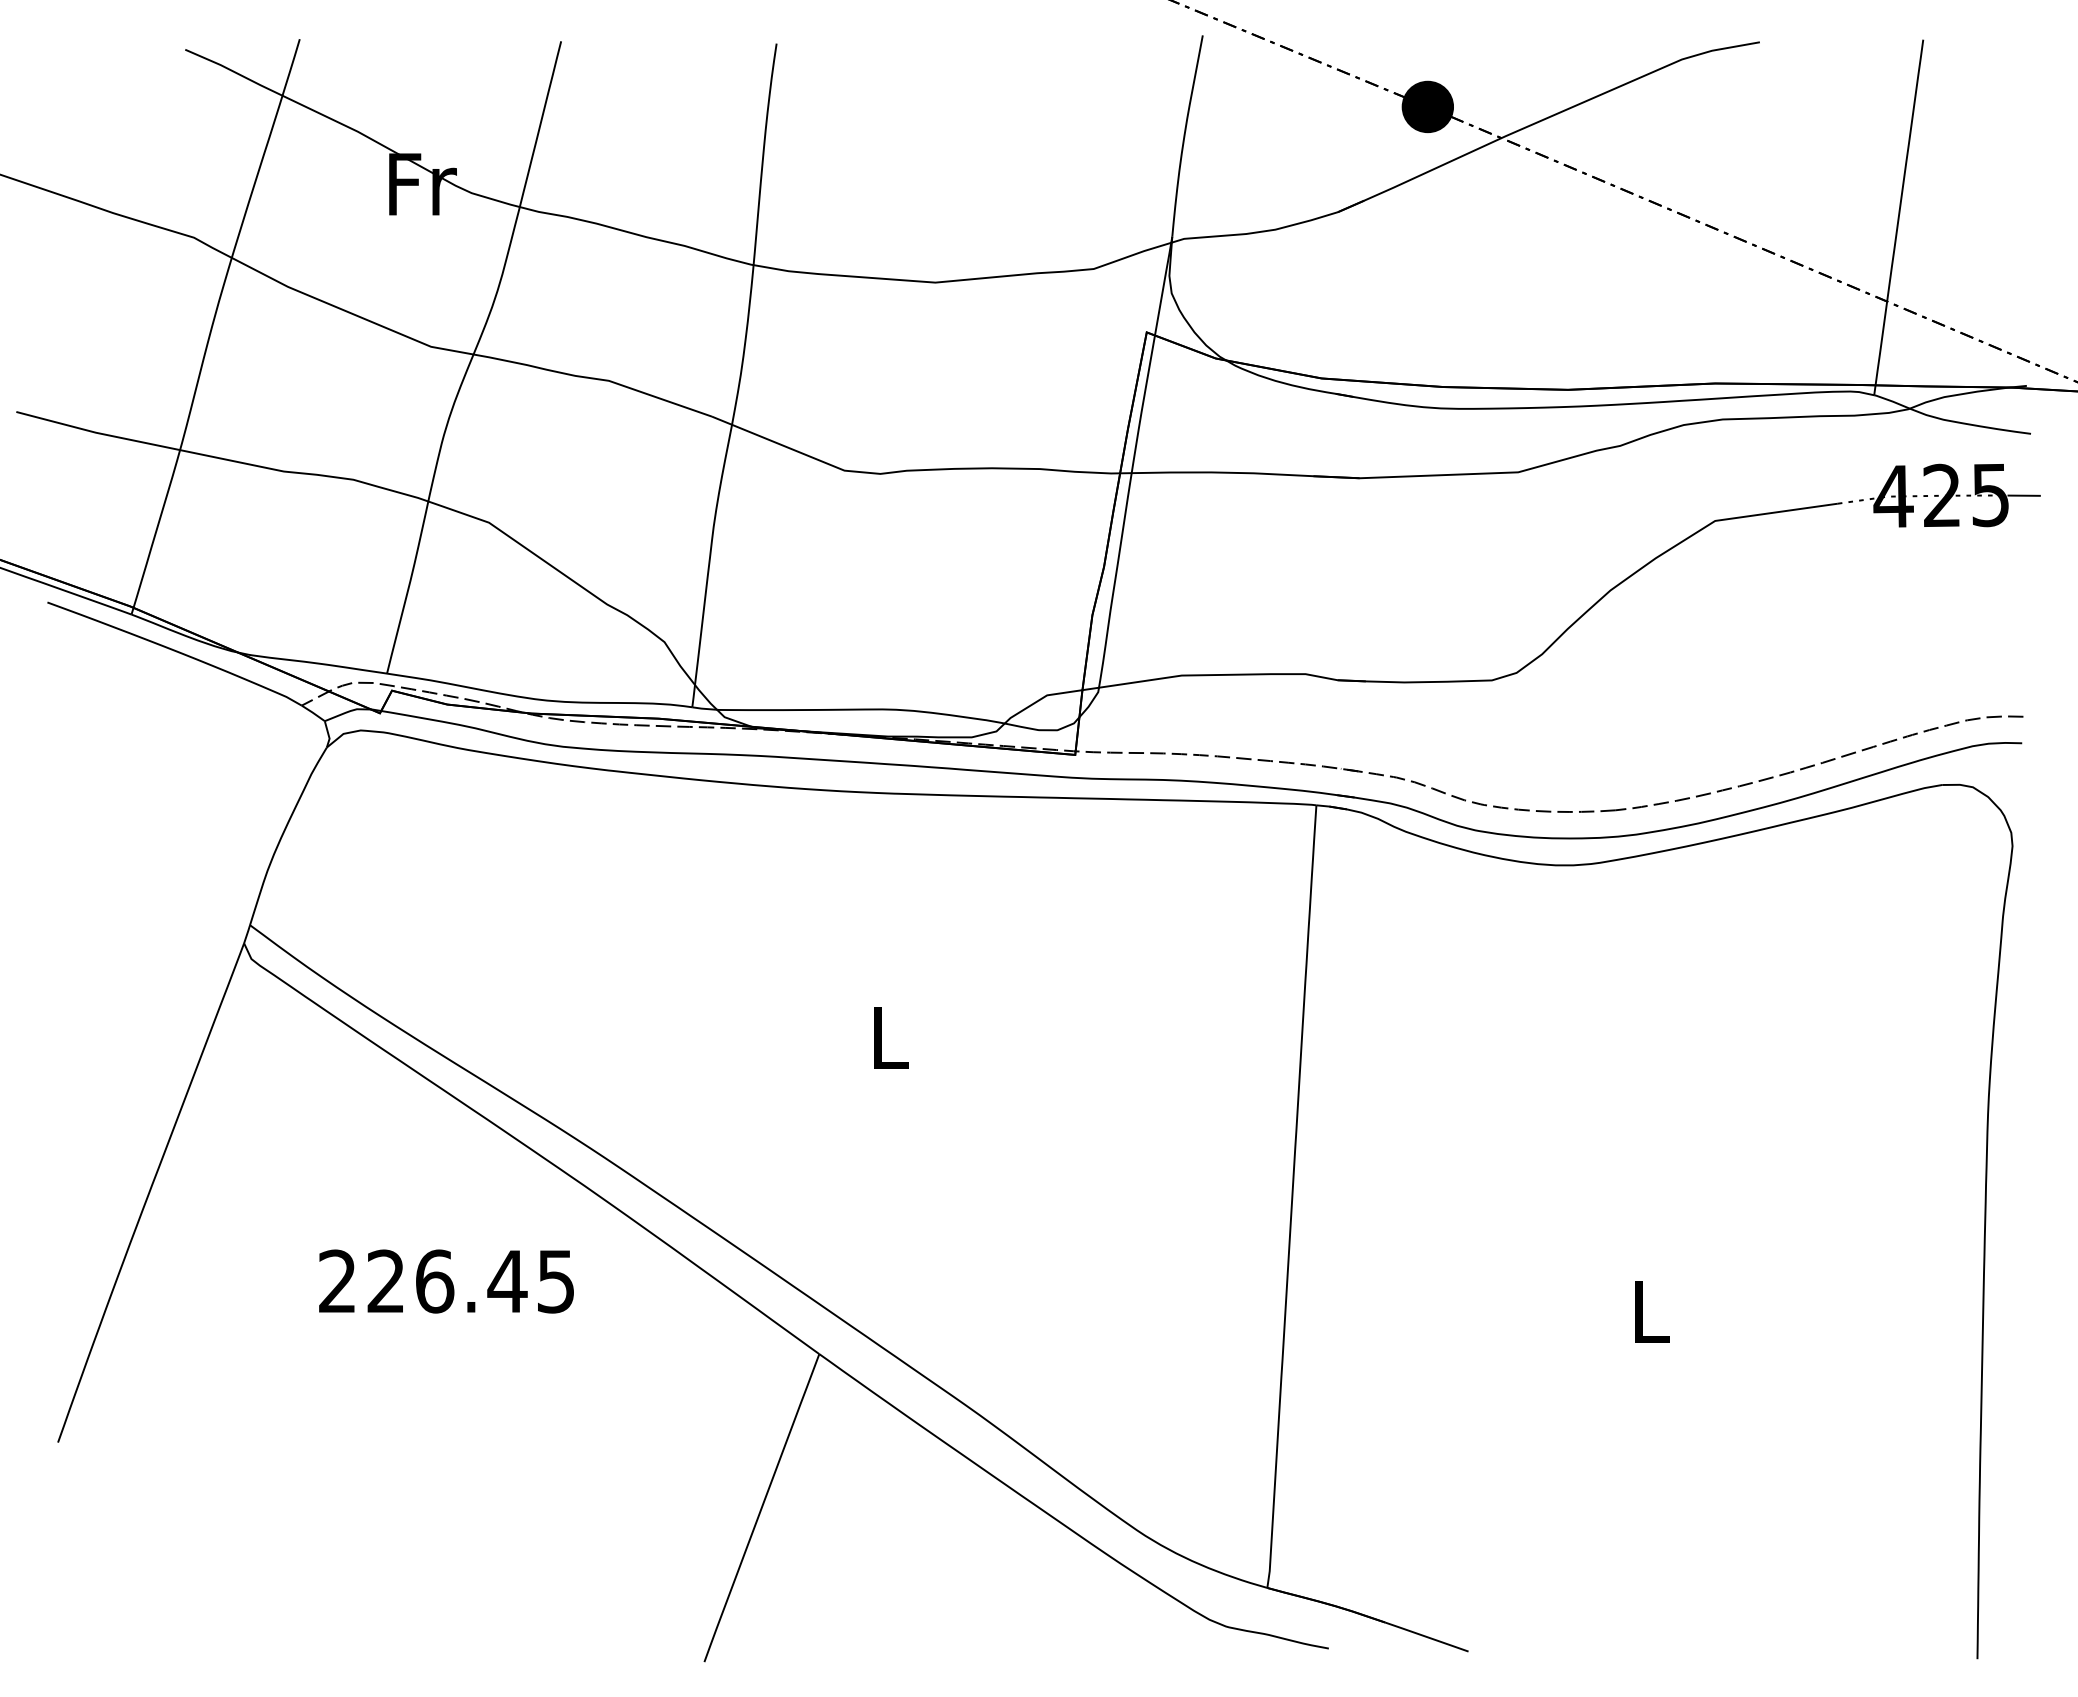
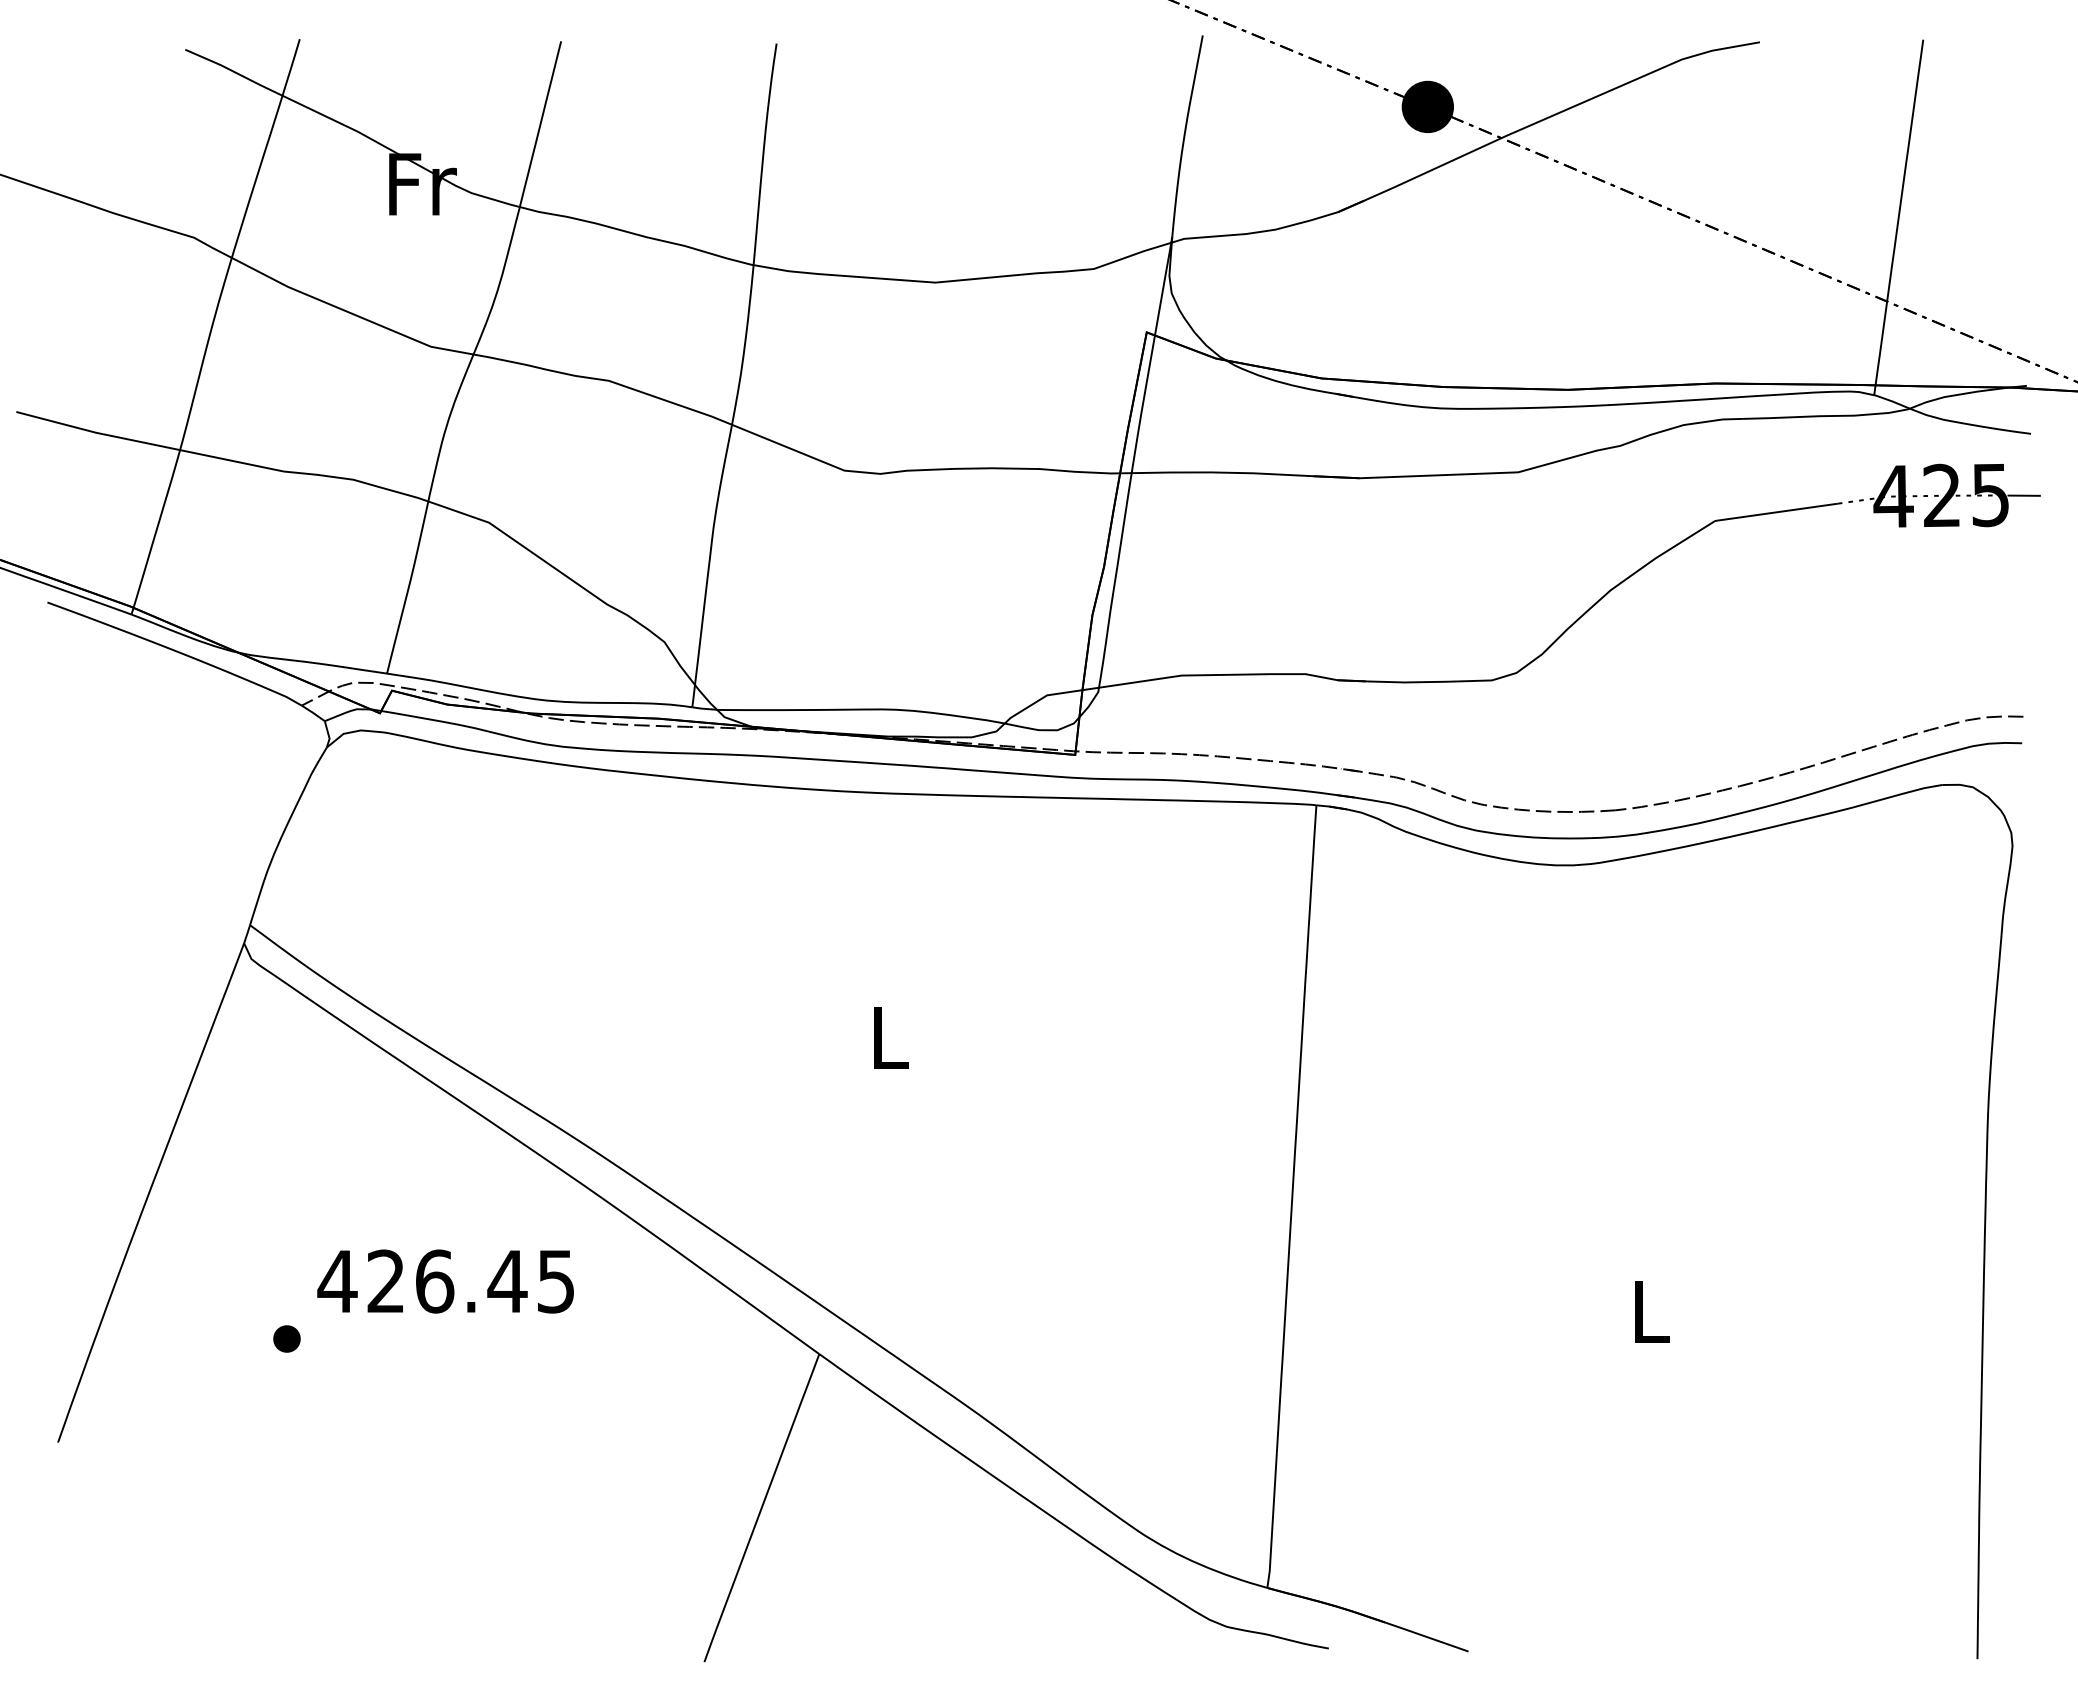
text at (337, 1280): 226.45 -> 426.45
part at (286, 1338): none -> present
